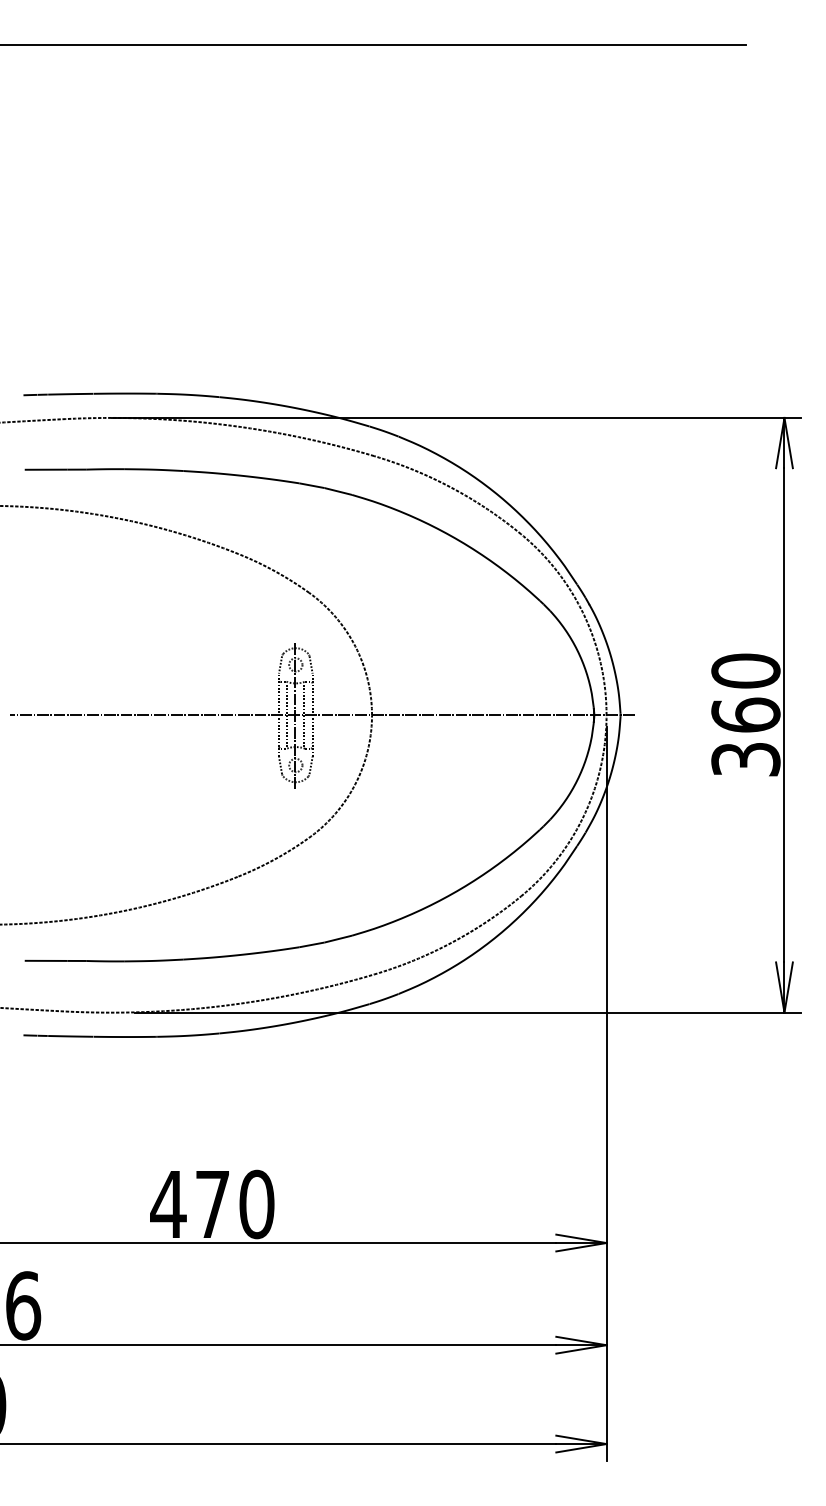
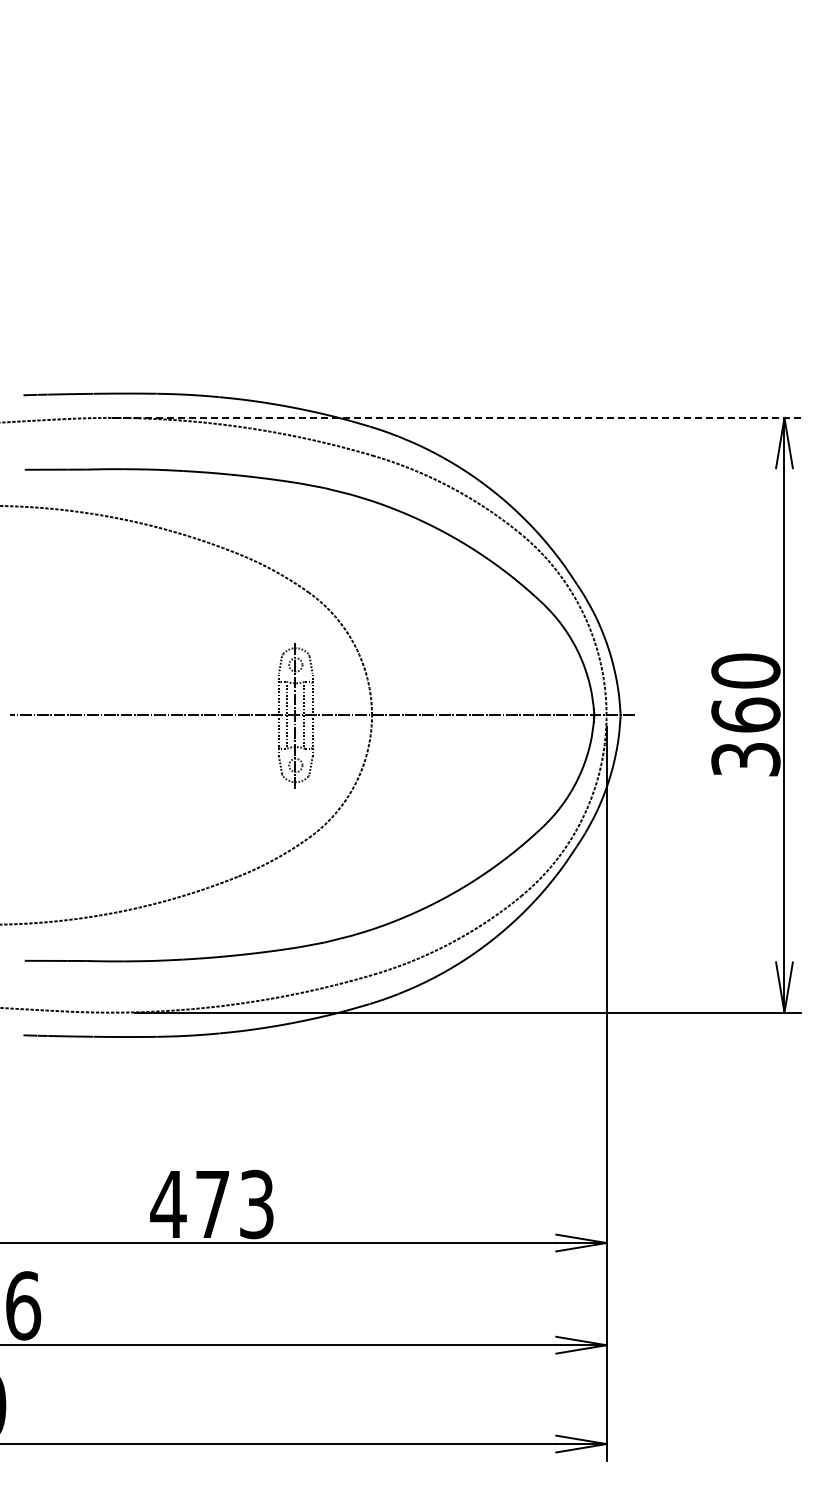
line at (373, 45): present -> none
line at (456, 417): solid -> dashed
text at (256, 1204): 470 -> 473
